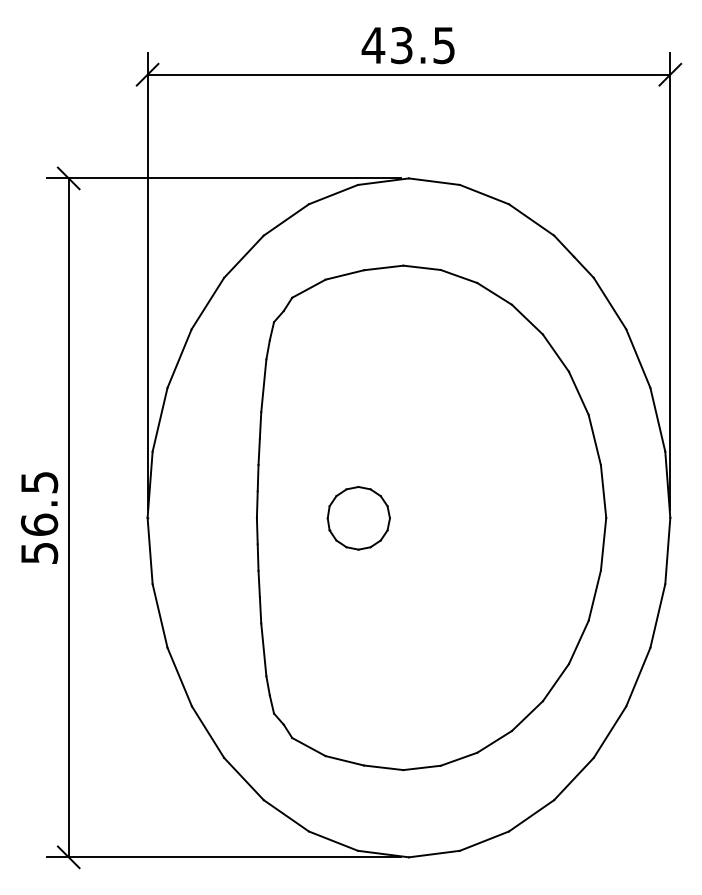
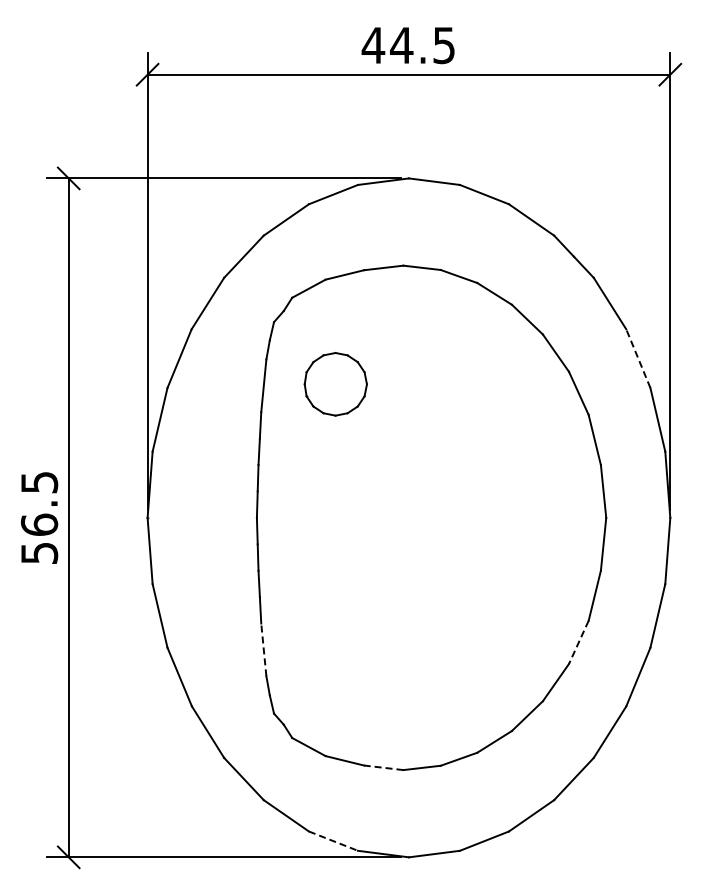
text at (401, 45): 43.5 -> 44.5
line at (638, 358): solid -> dashed
part at (358, 518) position: (358, 518) -> (335, 384)
line at (578, 642): solid -> dashed
line at (263, 649): solid -> dashed
line at (383, 767): solid -> dashed
line at (333, 841): solid -> dashed
